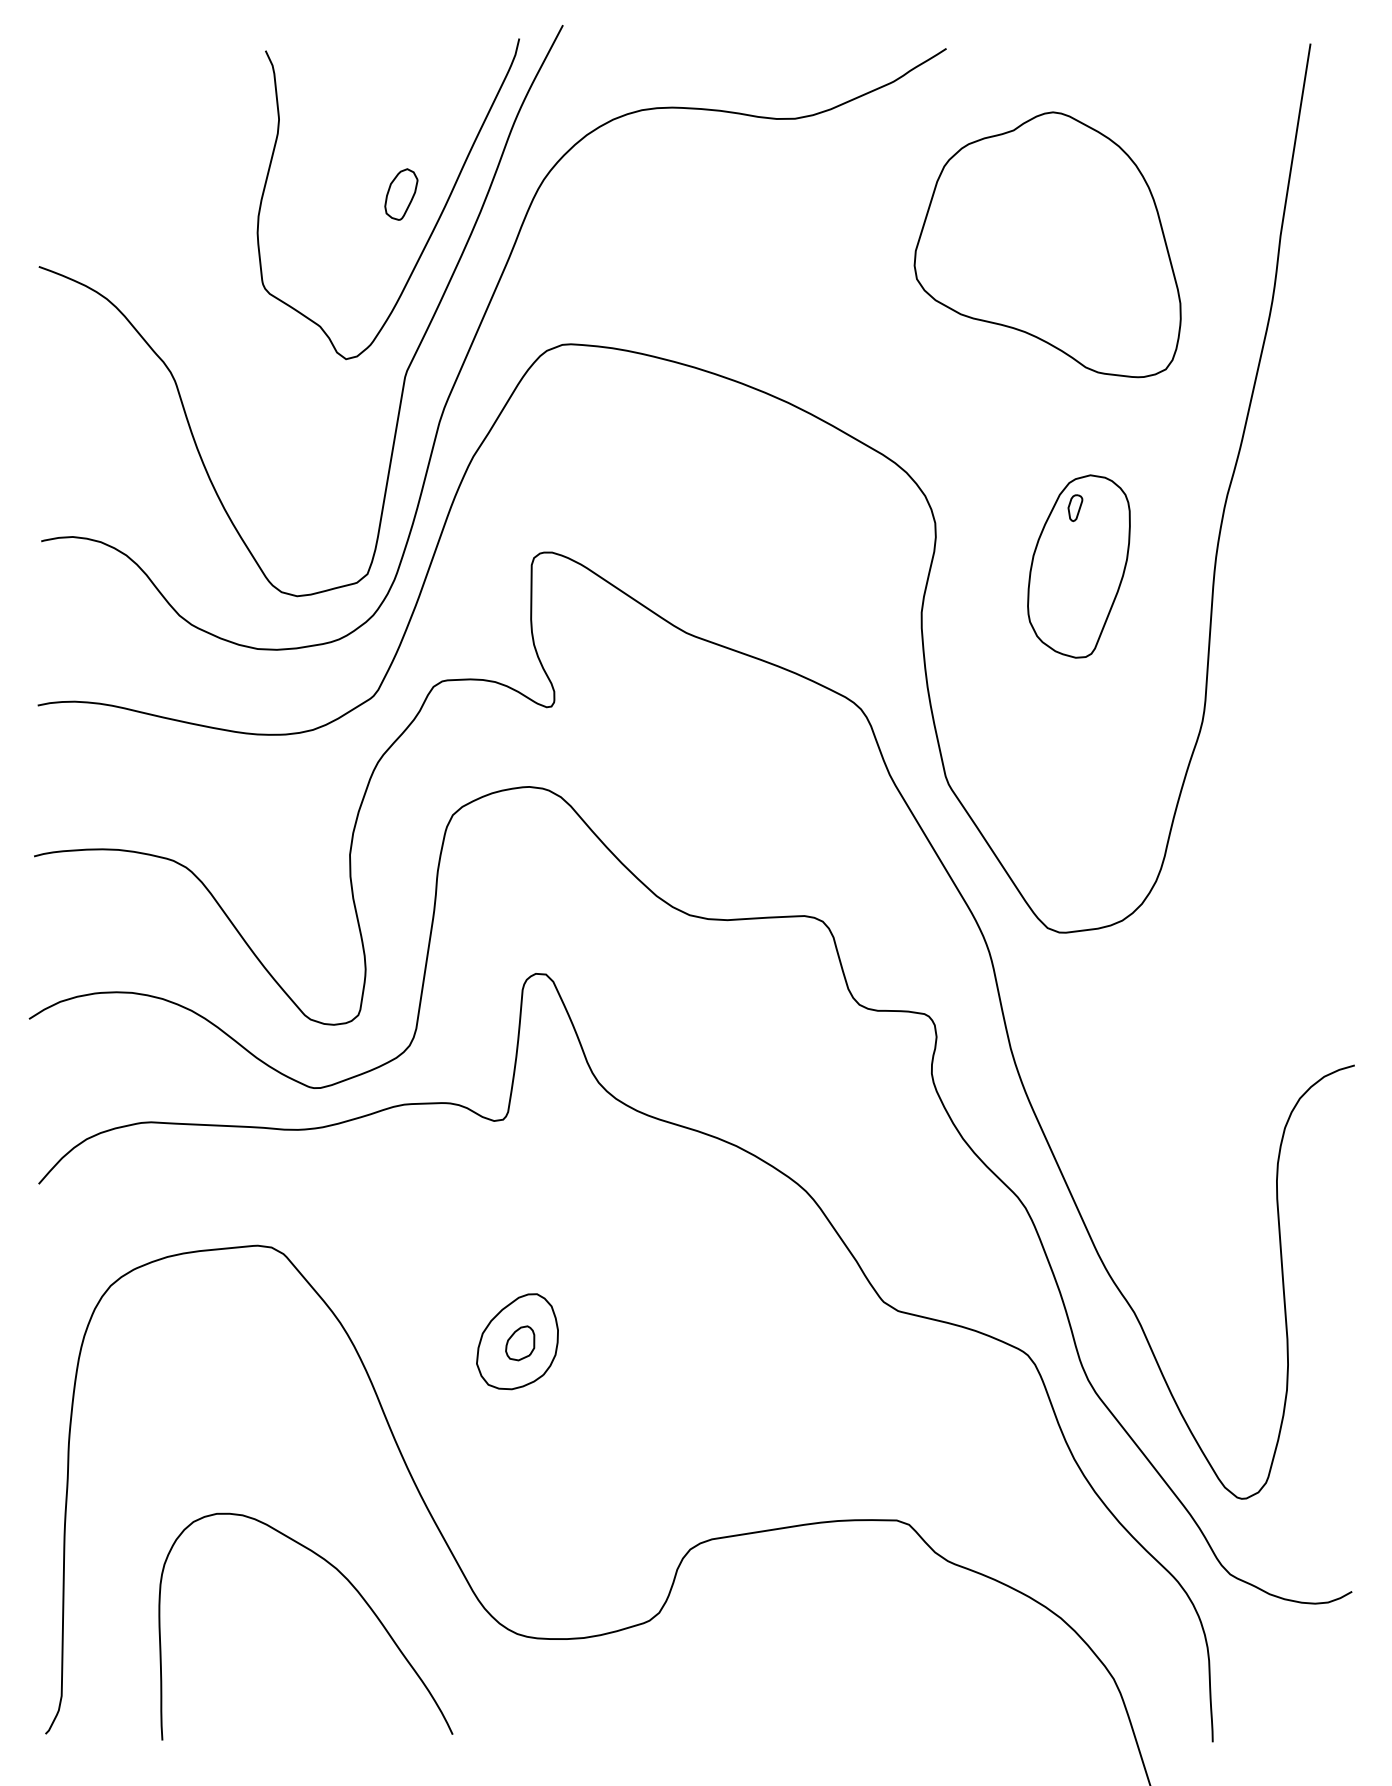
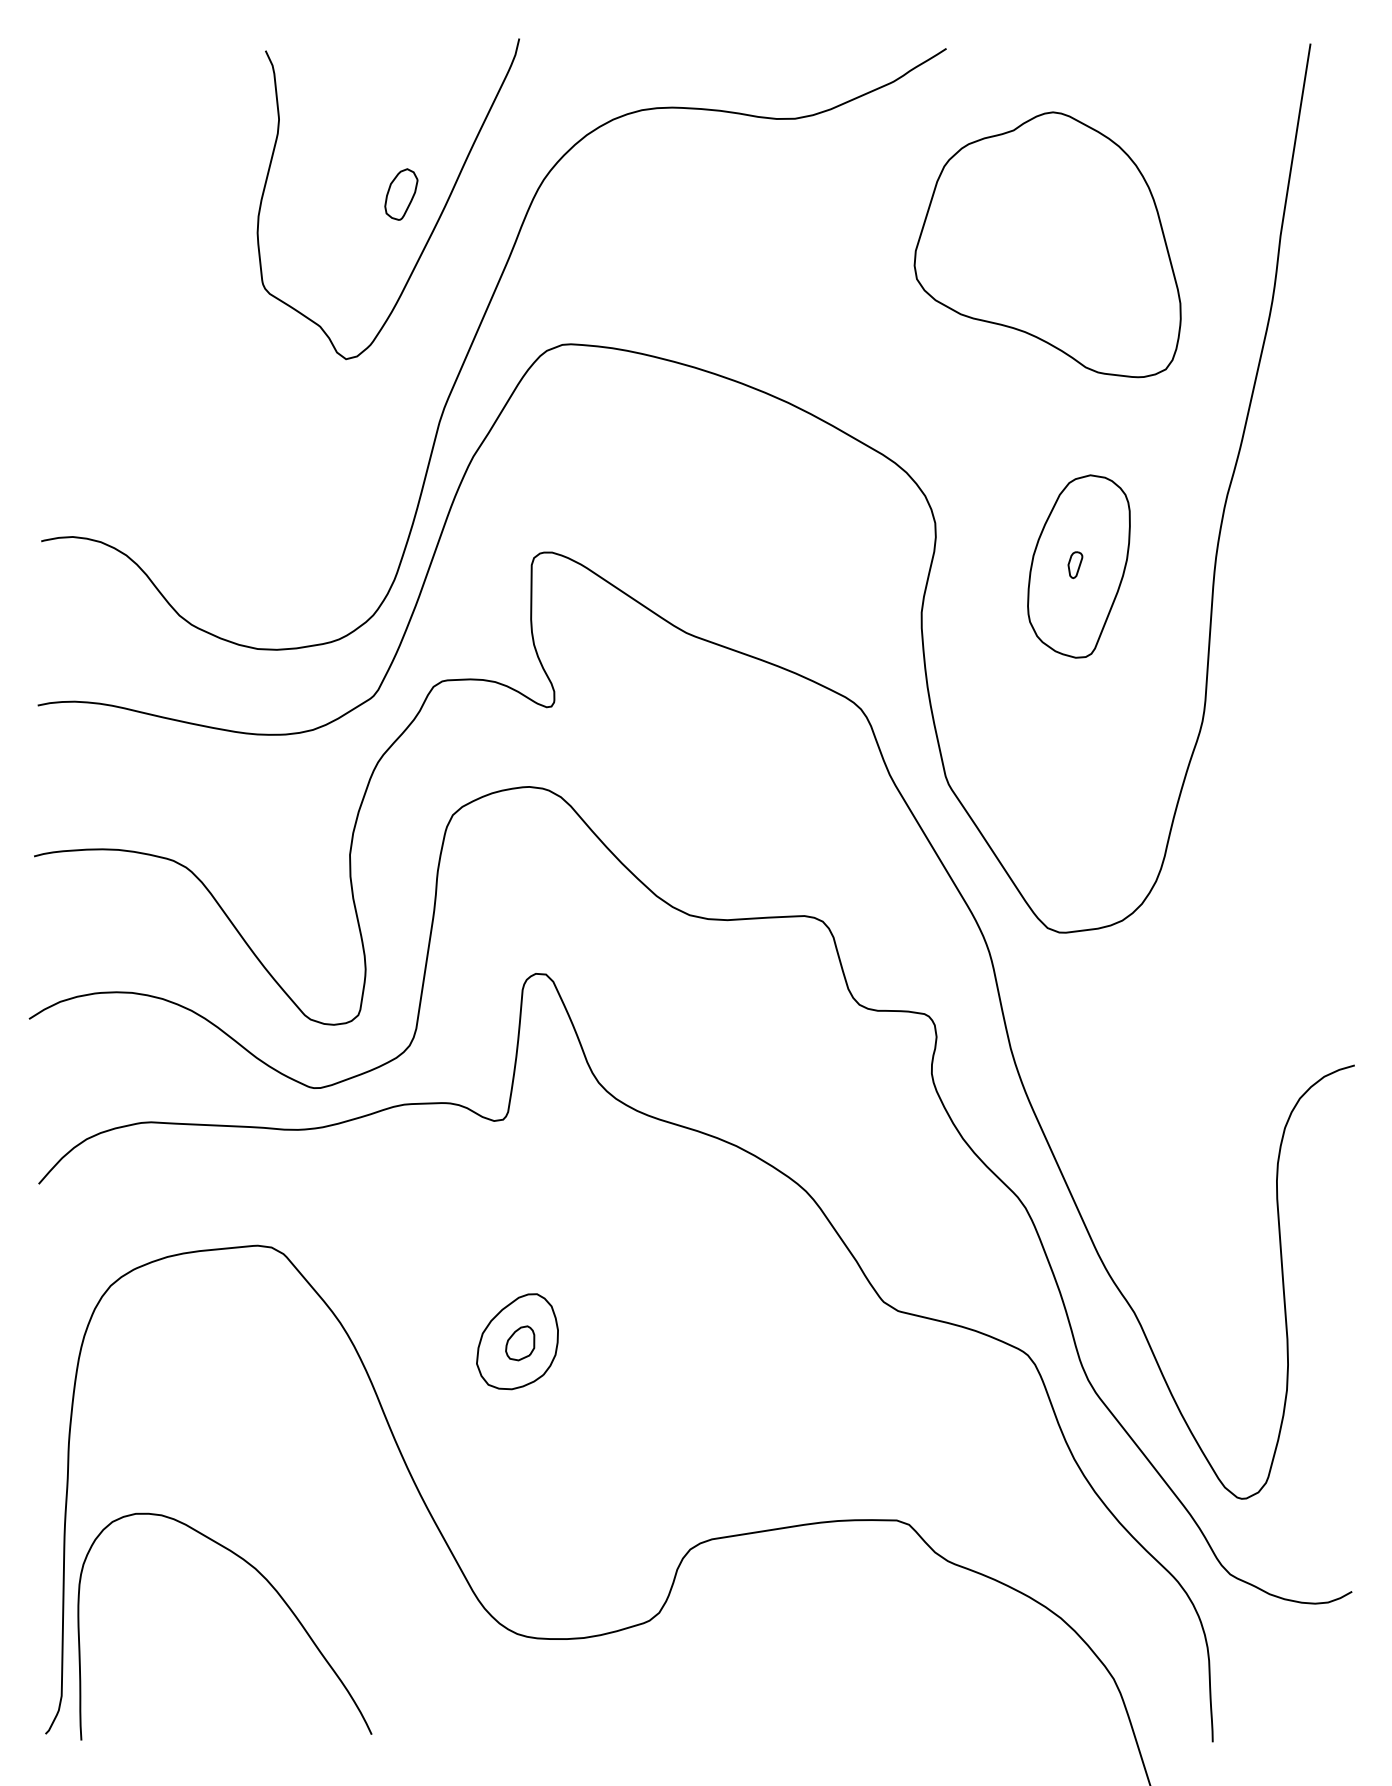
curve at (408, 365): present -> none
part at (1075, 508) position: (1075, 508) -> (1075, 565)
curve at (354, 1589) position: (354, 1589) -> (273, 1589)
